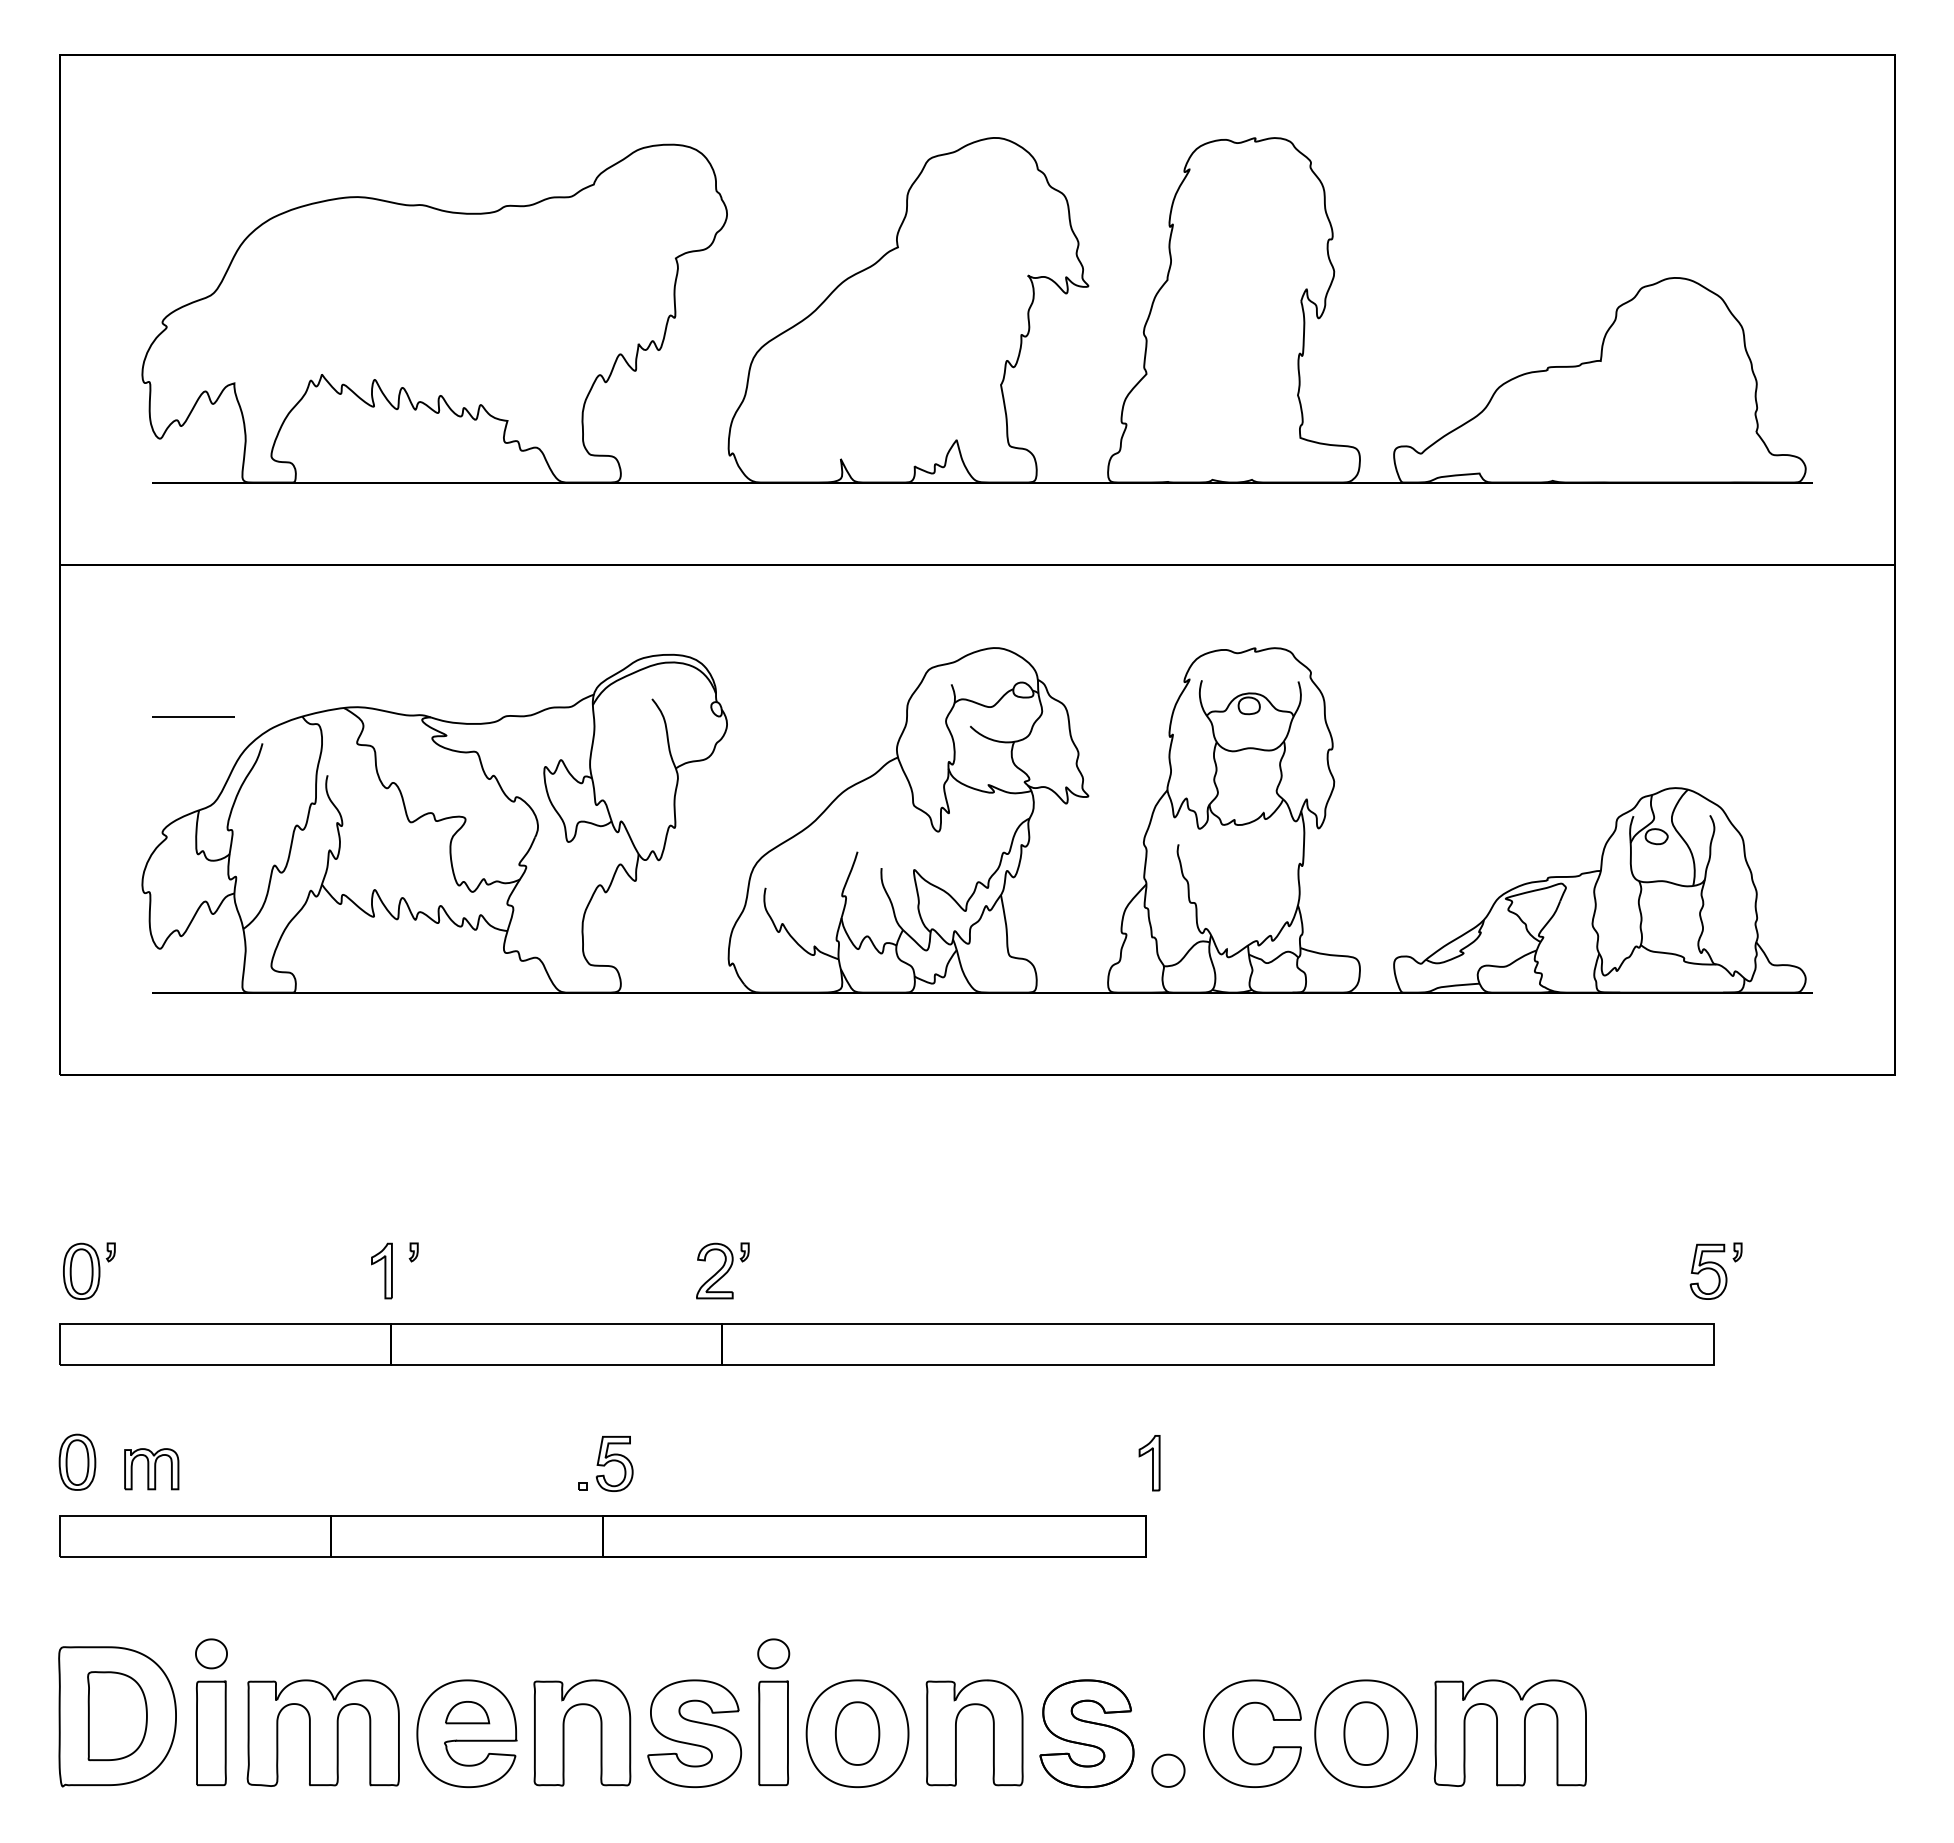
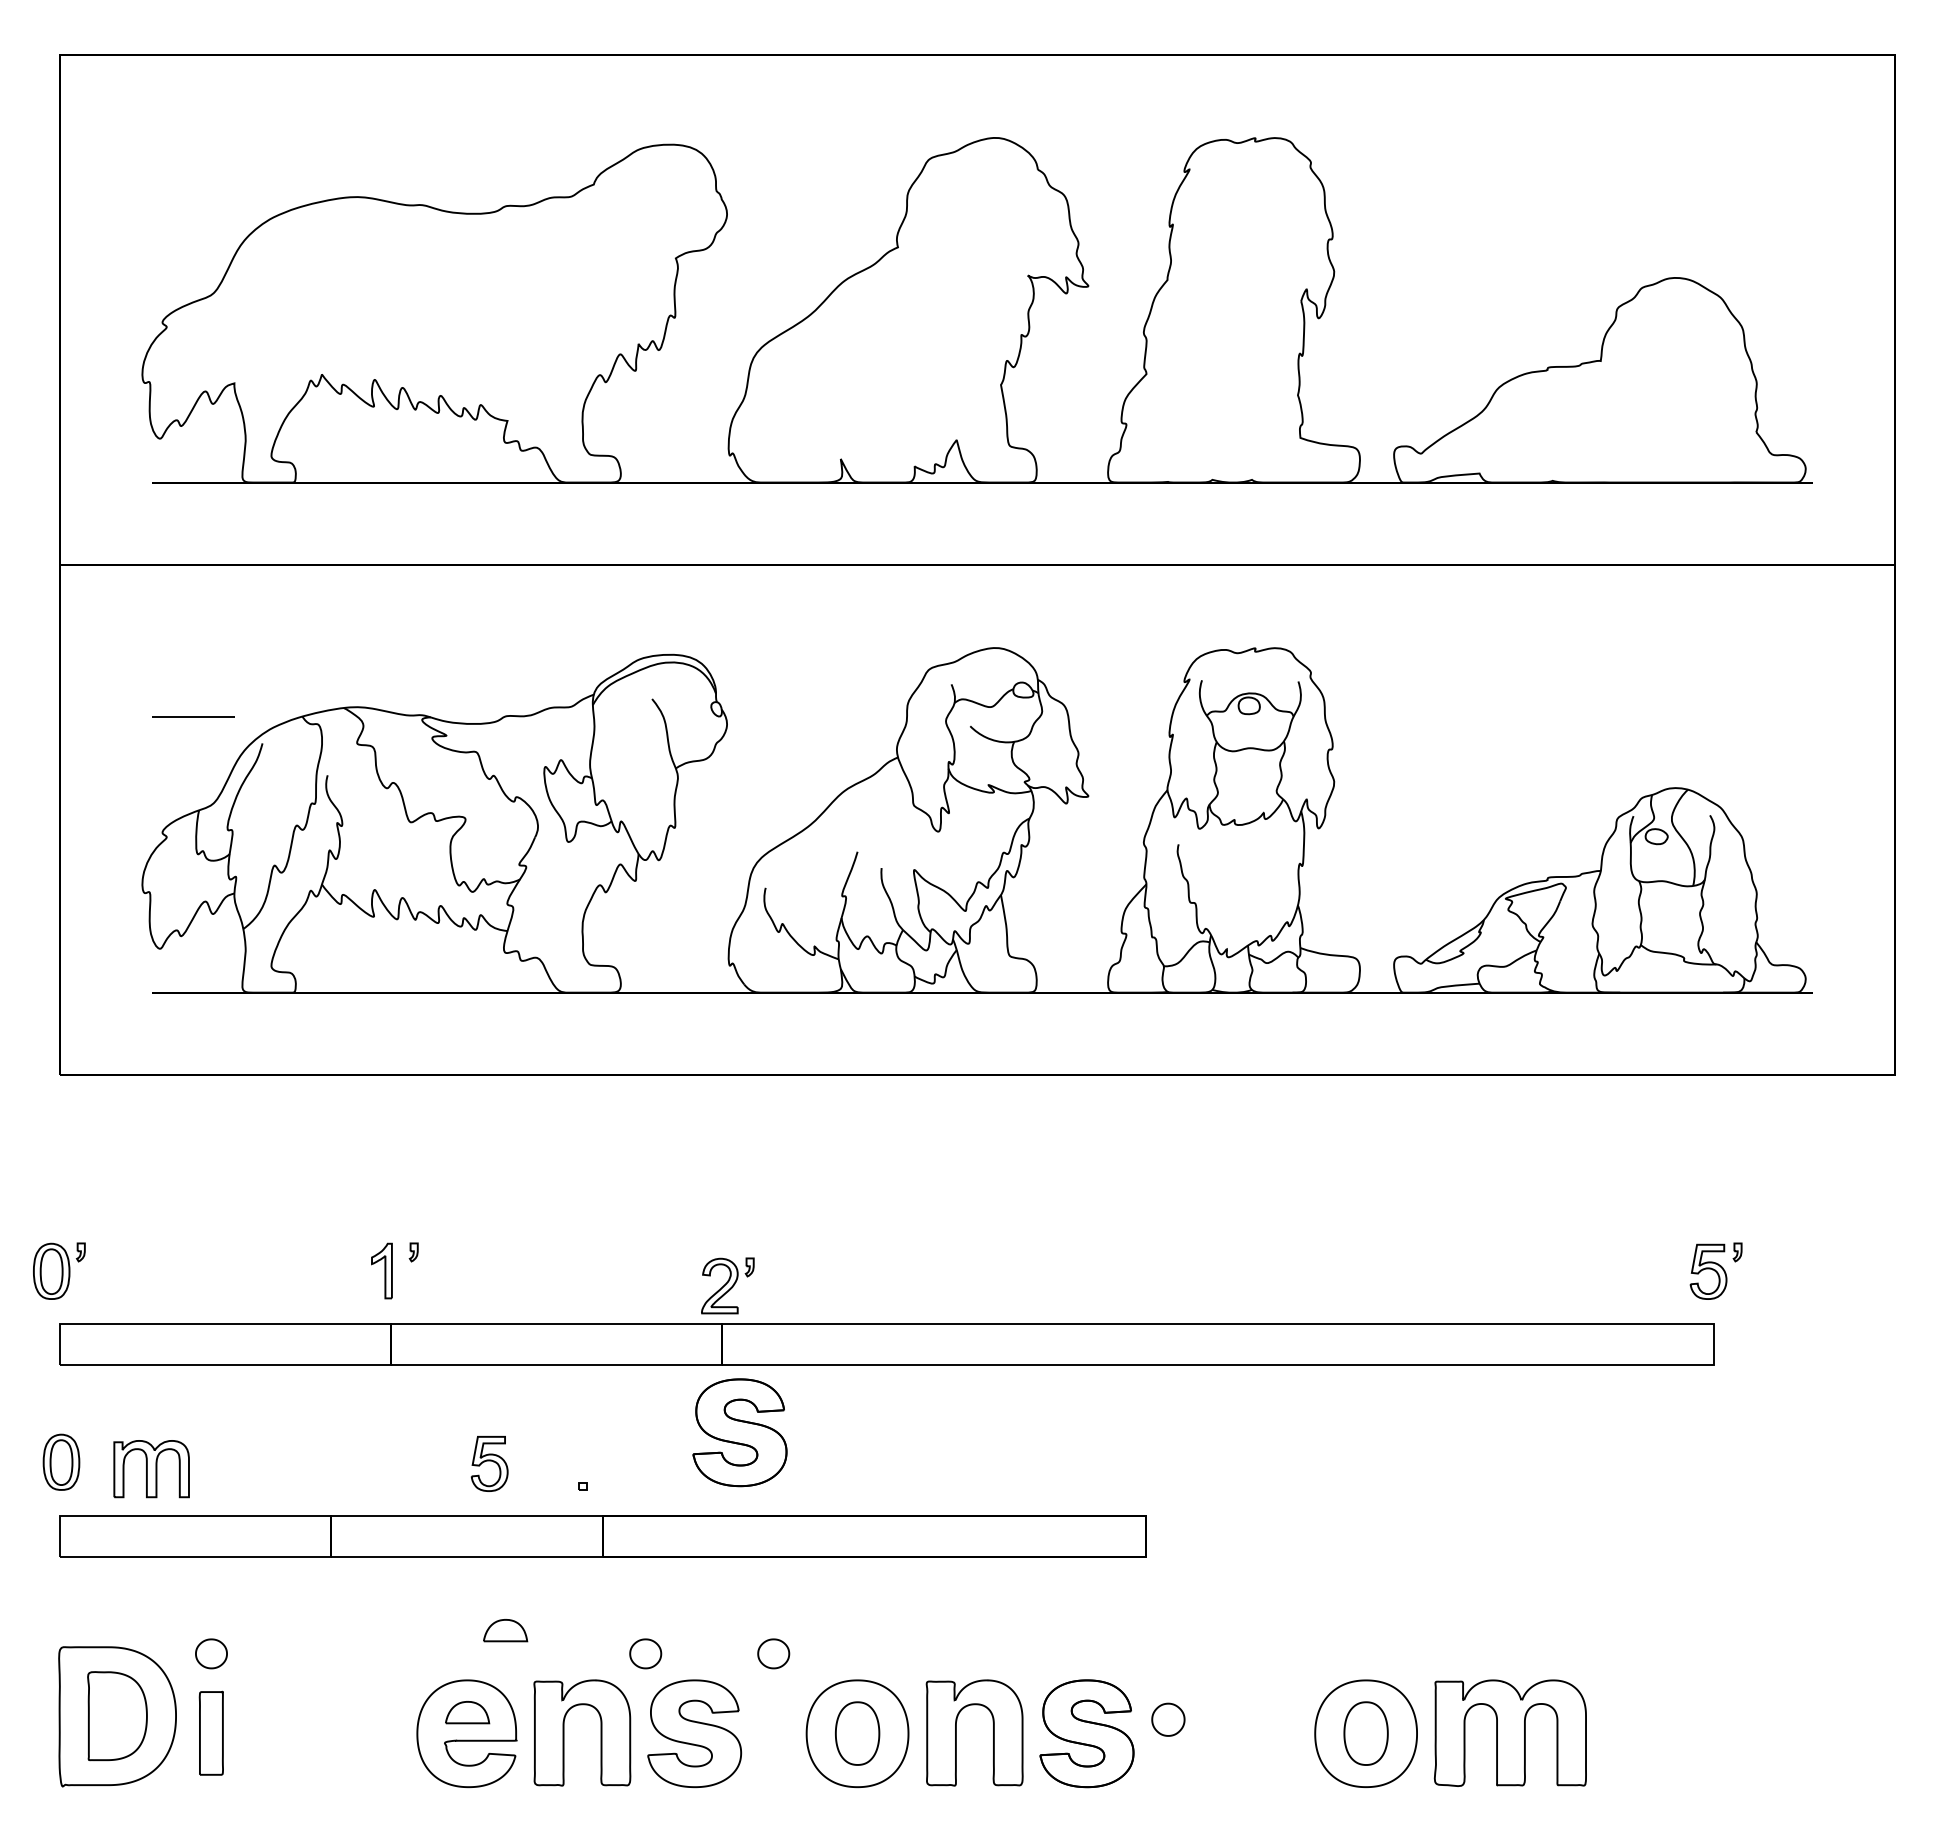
part at (89, 1270) position: (89, 1270) -> (59, 1270)
part at (722, 1270) position: (722, 1270) -> (727, 1285)
part at (739, 1432): none -> present
part at (77, 1461) position: (77, 1461) -> (61, 1461)
part at (614, 1463) position: (614, 1463) -> (489, 1463)
part at (1149, 1463): present -> none
part at (151, 1469) size: 56x43 px -> 77x59 px
part at (505, 1630): none -> present
part at (645, 1653): none -> present
part at (1234, 1728): present -> none
part at (322, 1732): present -> none
part at (211, 1733) size: 31x107 px -> 26x86 px
part at (773, 1733): present -> none
part at (1168, 1770) position: (1168, 1770) -> (1168, 1719)
